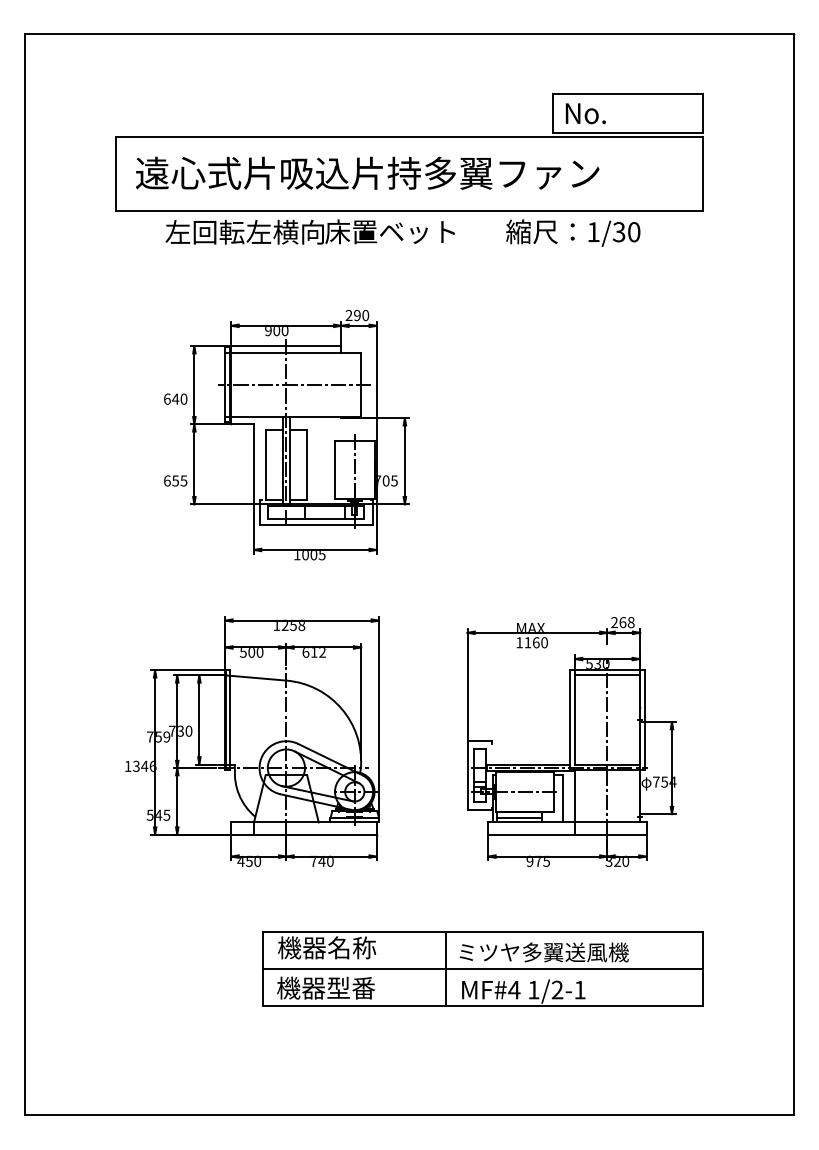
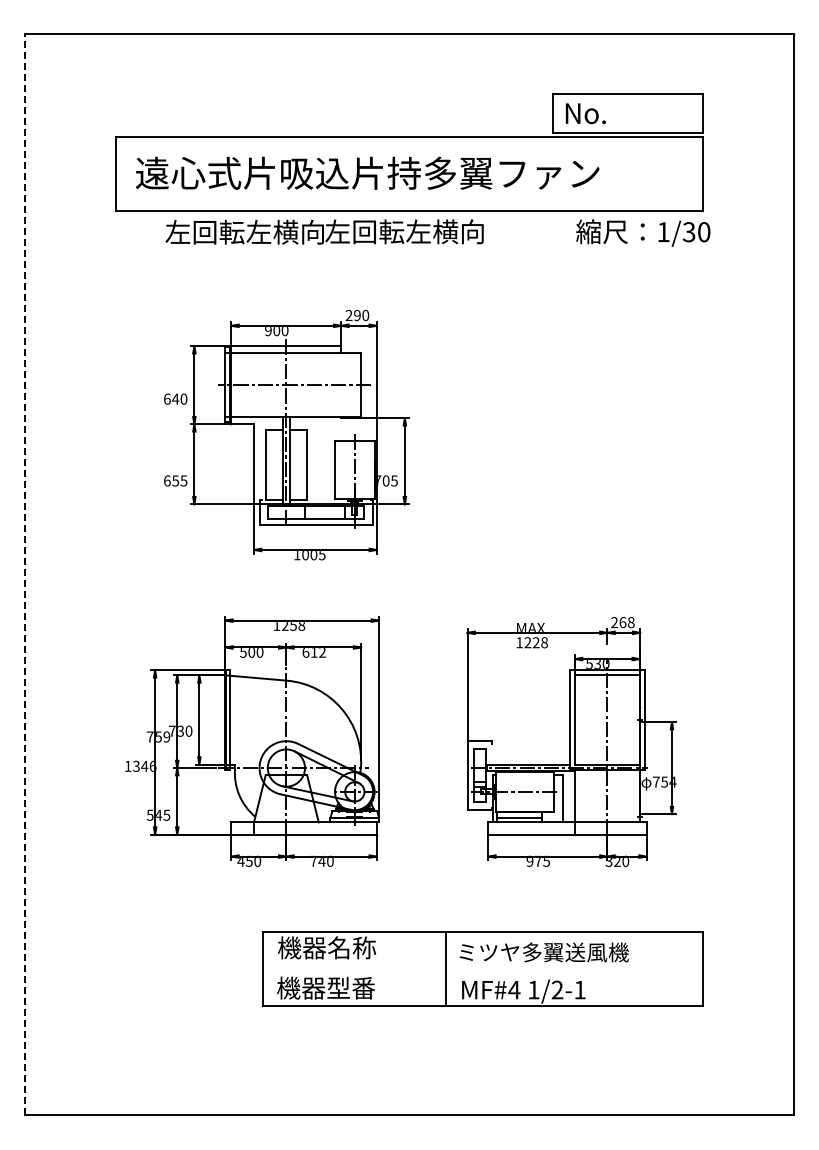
text at (404, 231): 床置ベット -> 左回転左横向
text at (573, 232) position: (573, 232) -> (643, 232)
line at (24, 574): solid -> dashed
text at (535, 642): 1160 -> 1228
line at (482, 968): present -> none
